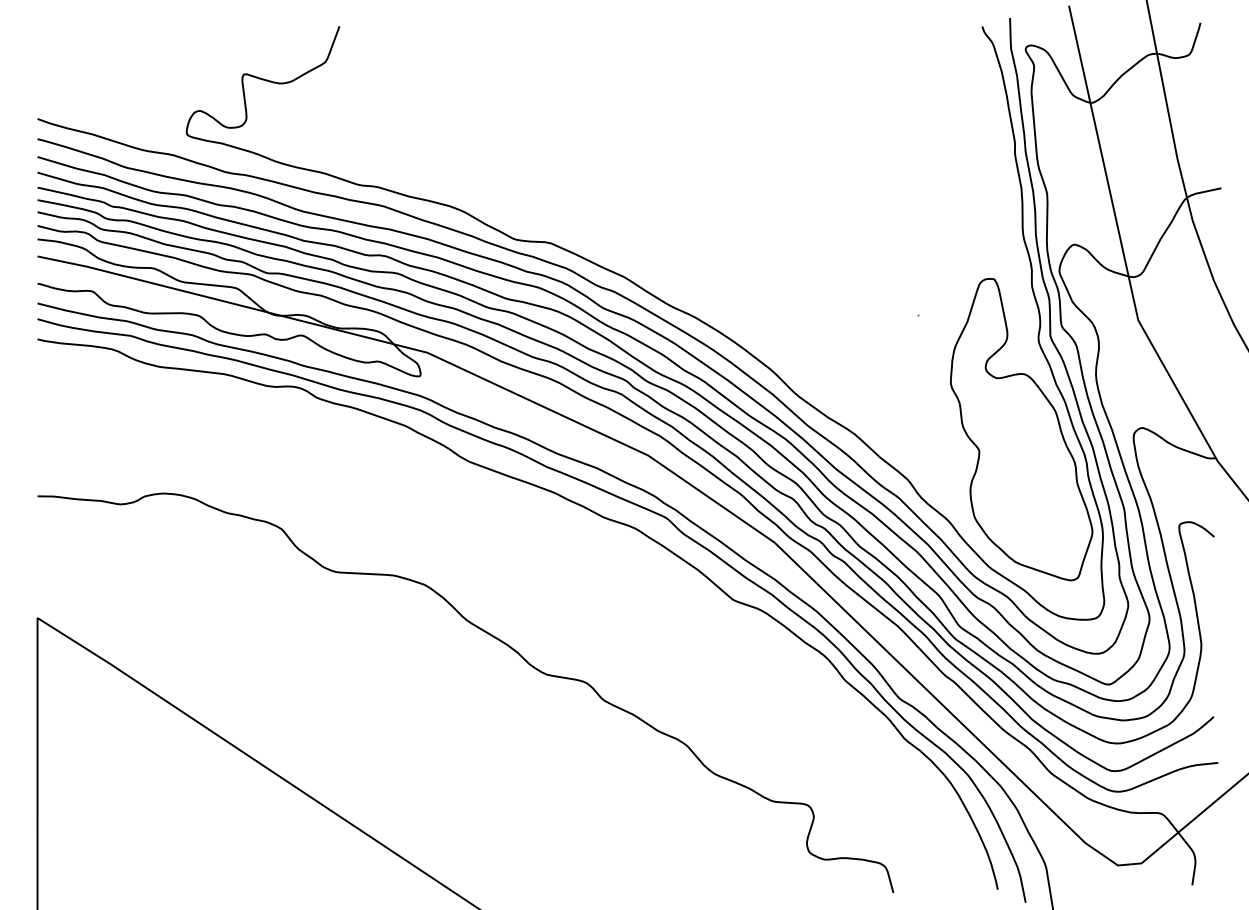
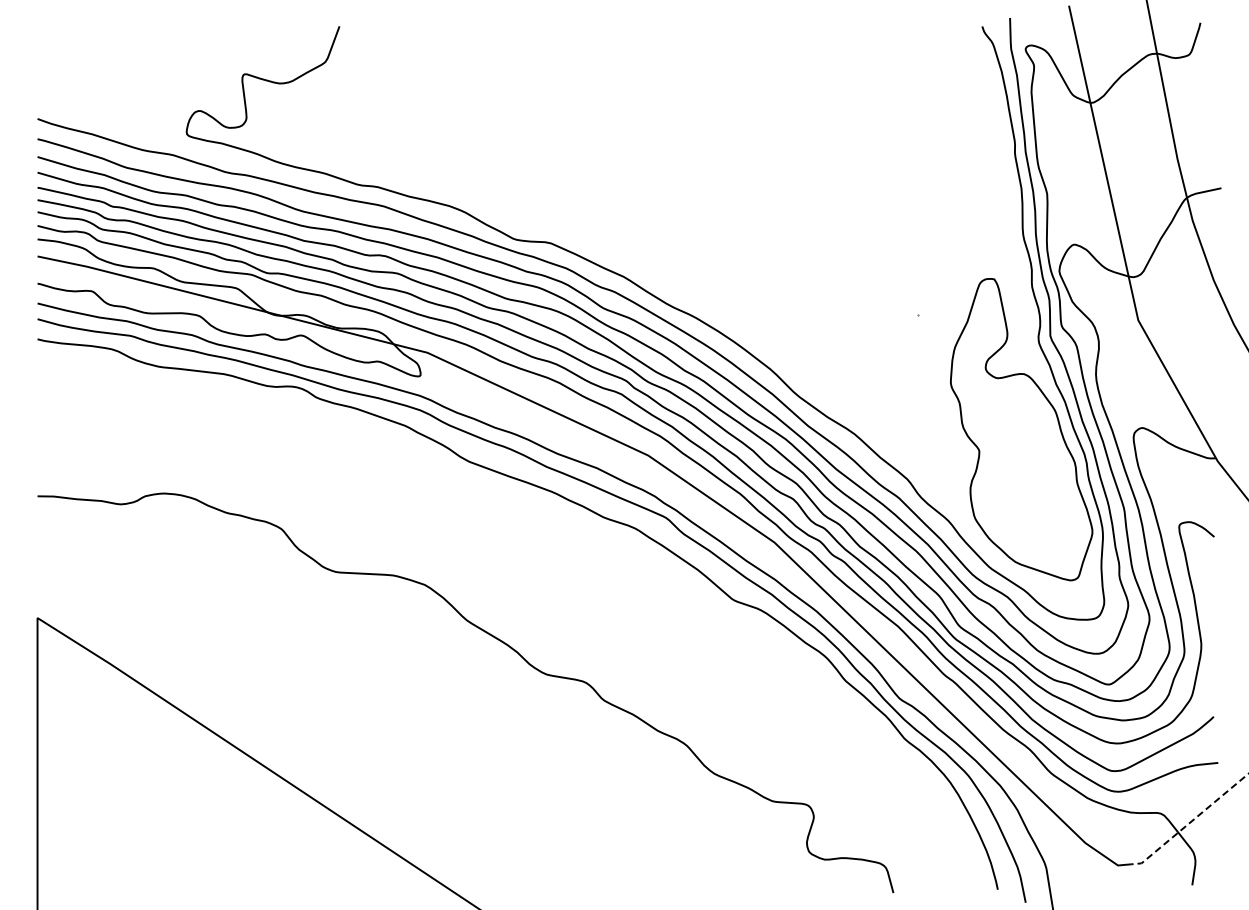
line at (1190, 822): solid -> dashed
